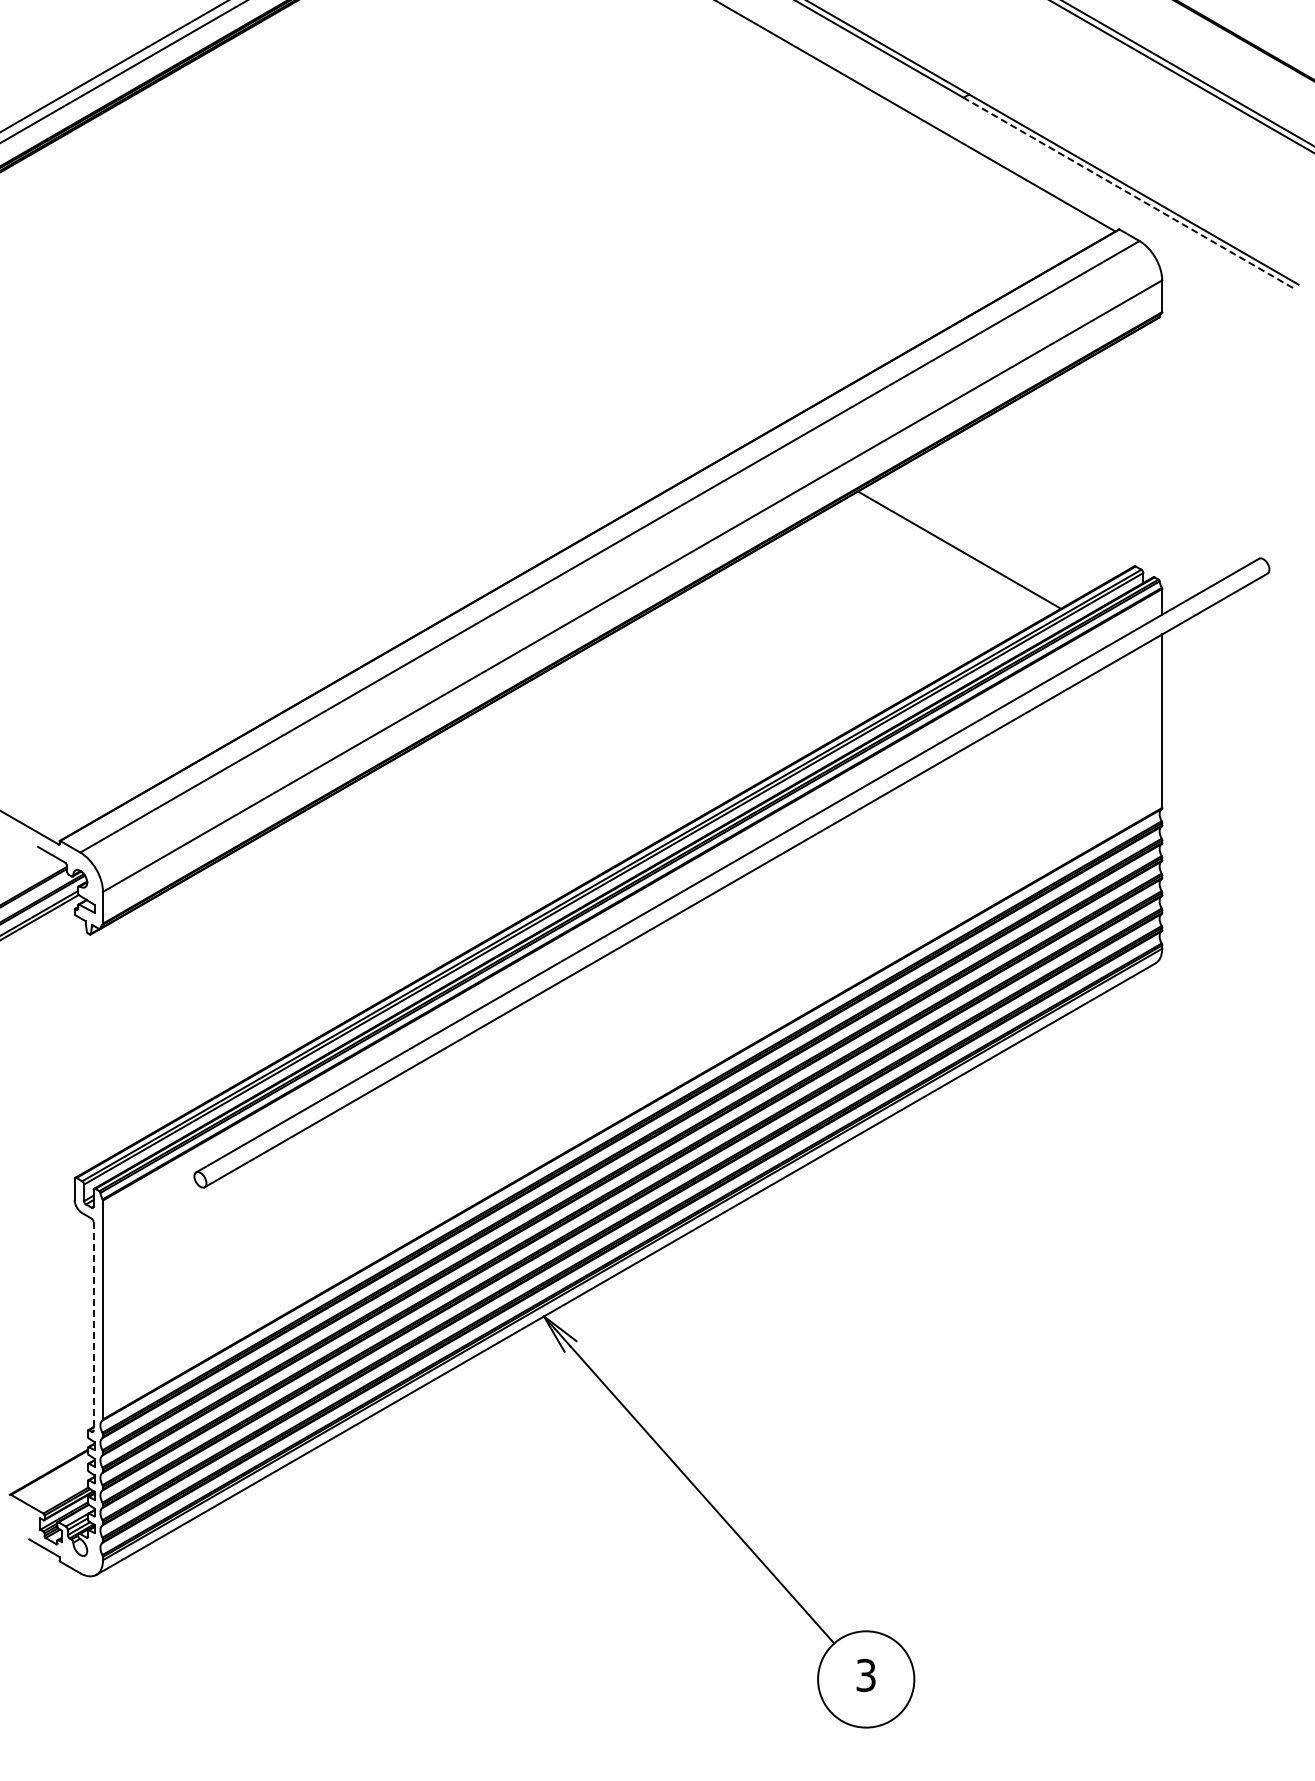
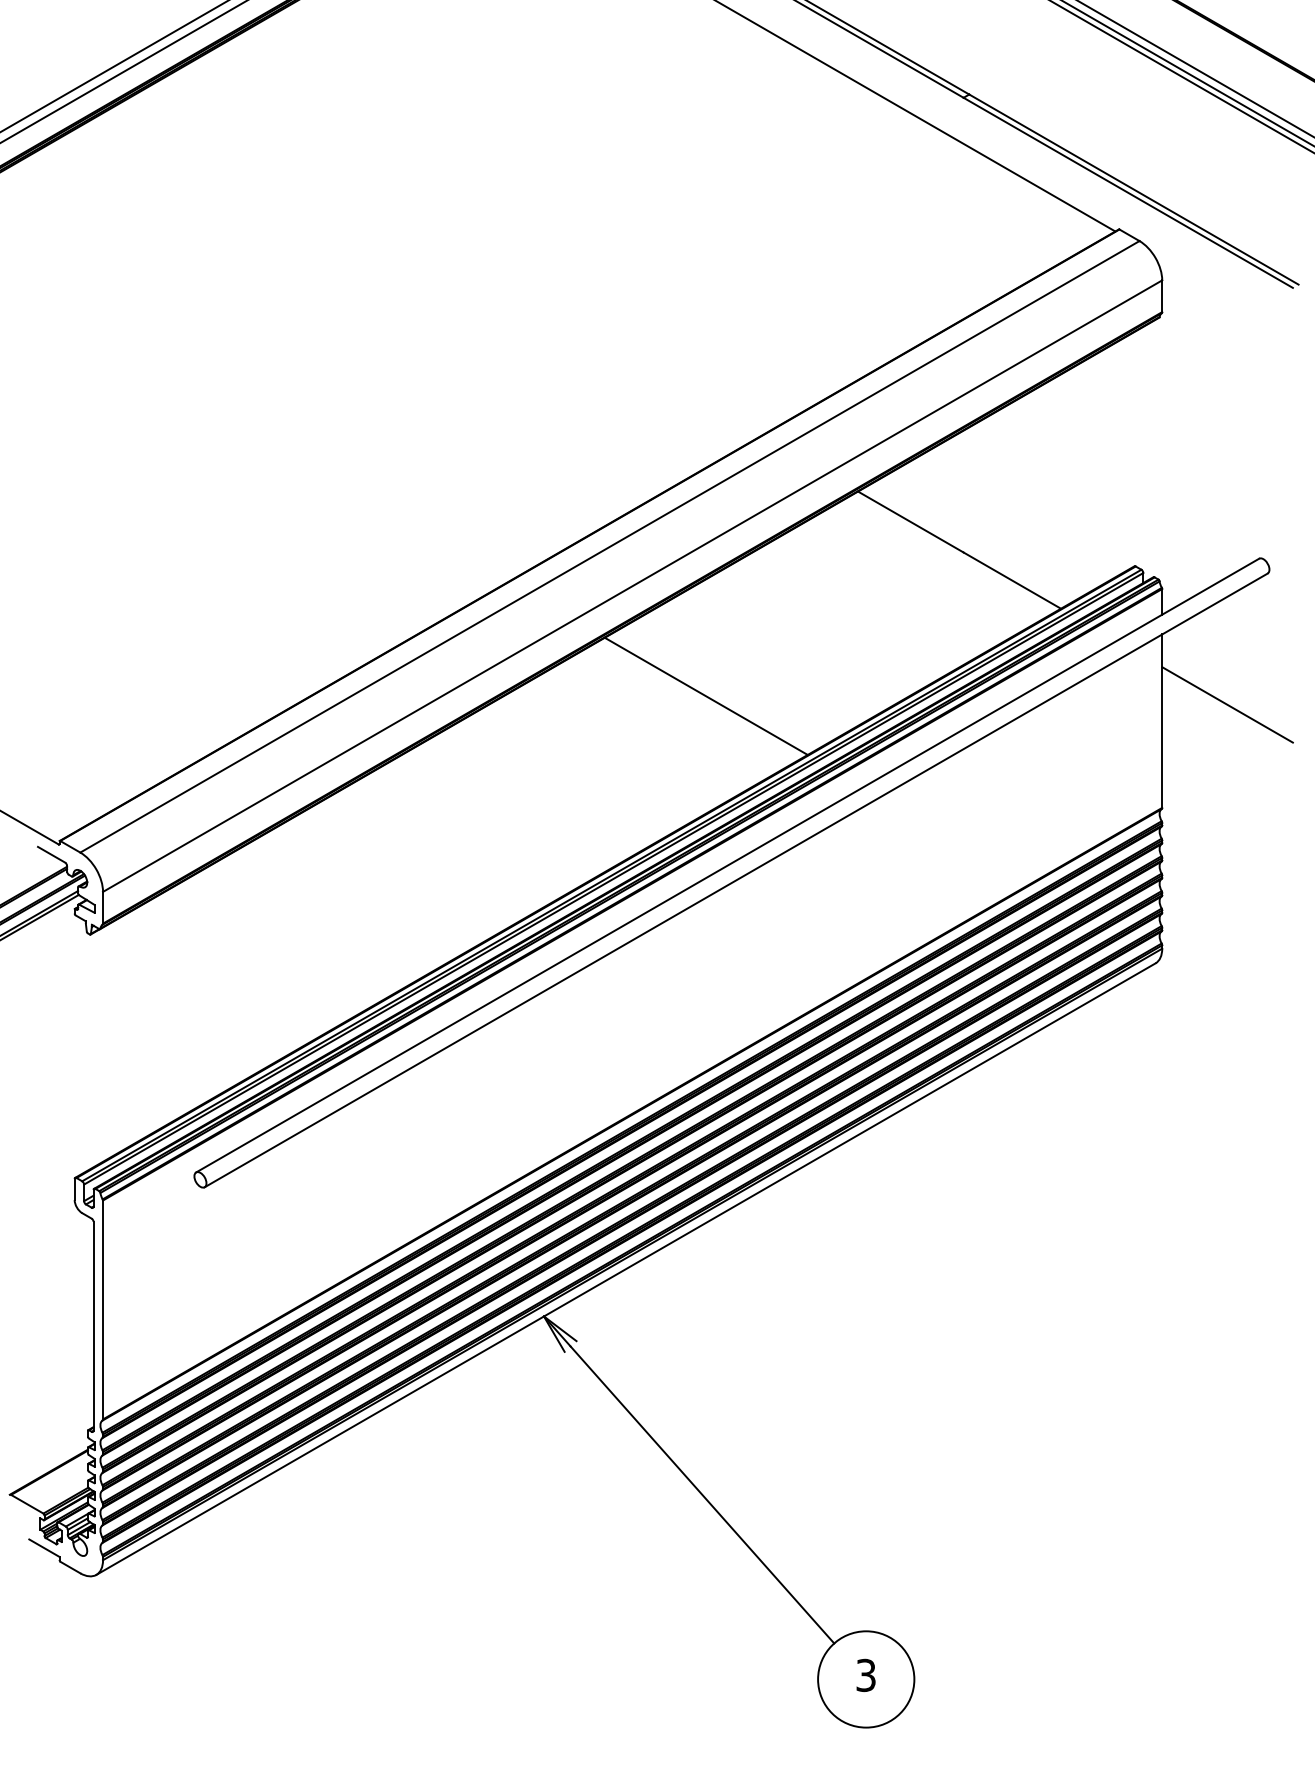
line at (1195, 68): none -> present
line at (1127, 192): dashed -> solid
line at (705, 695): none -> present
line at (1227, 704): none -> present
line at (93, 1326): dashed -> solid
